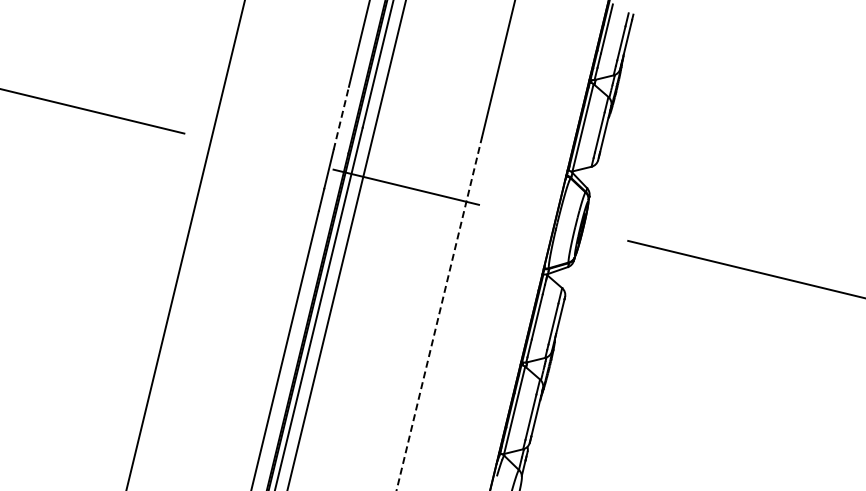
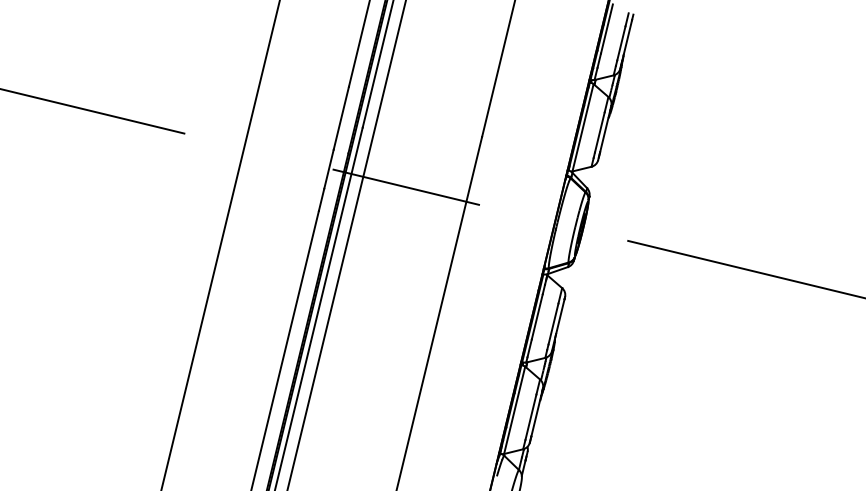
line at (341, 117): dashed -> solid
line at (185, 244) position: (185, 244) -> (220, 244)
line at (439, 313): dashed -> solid
